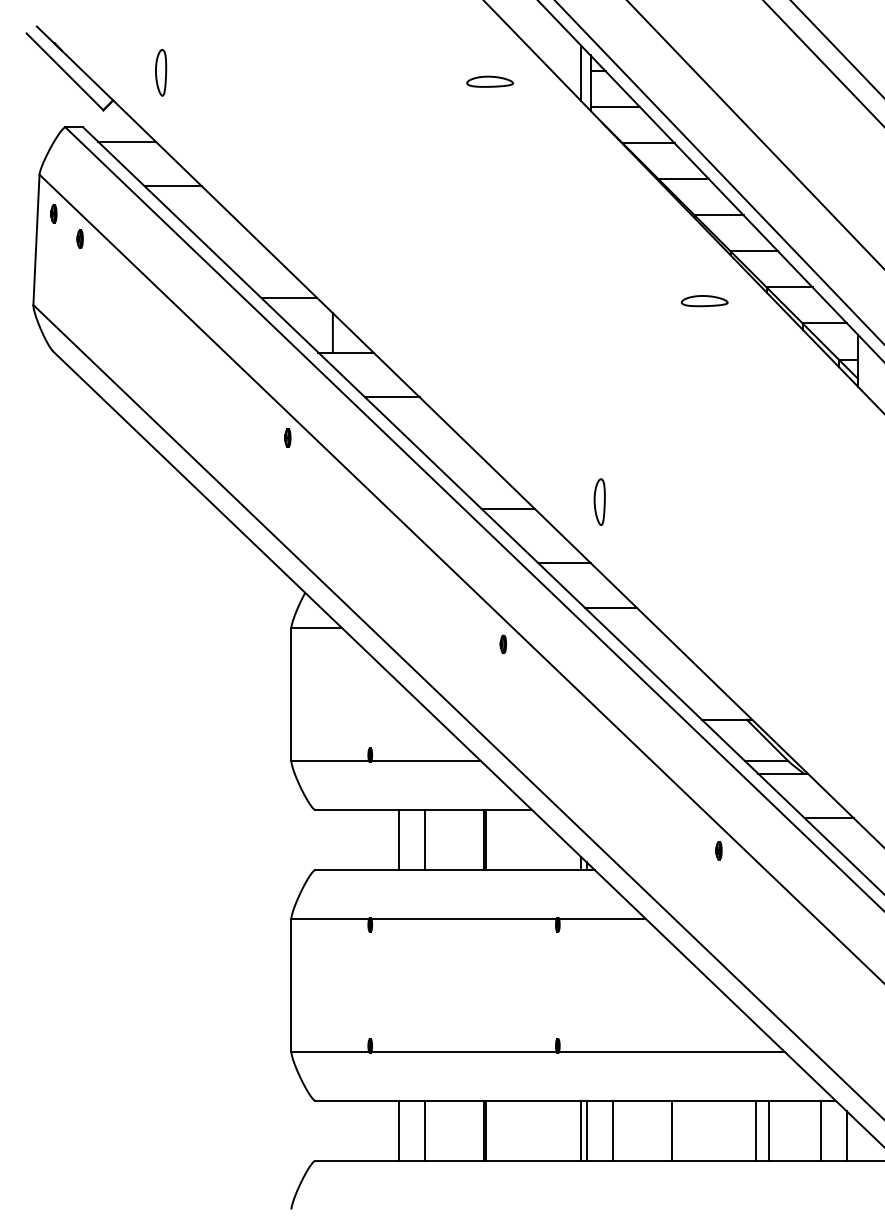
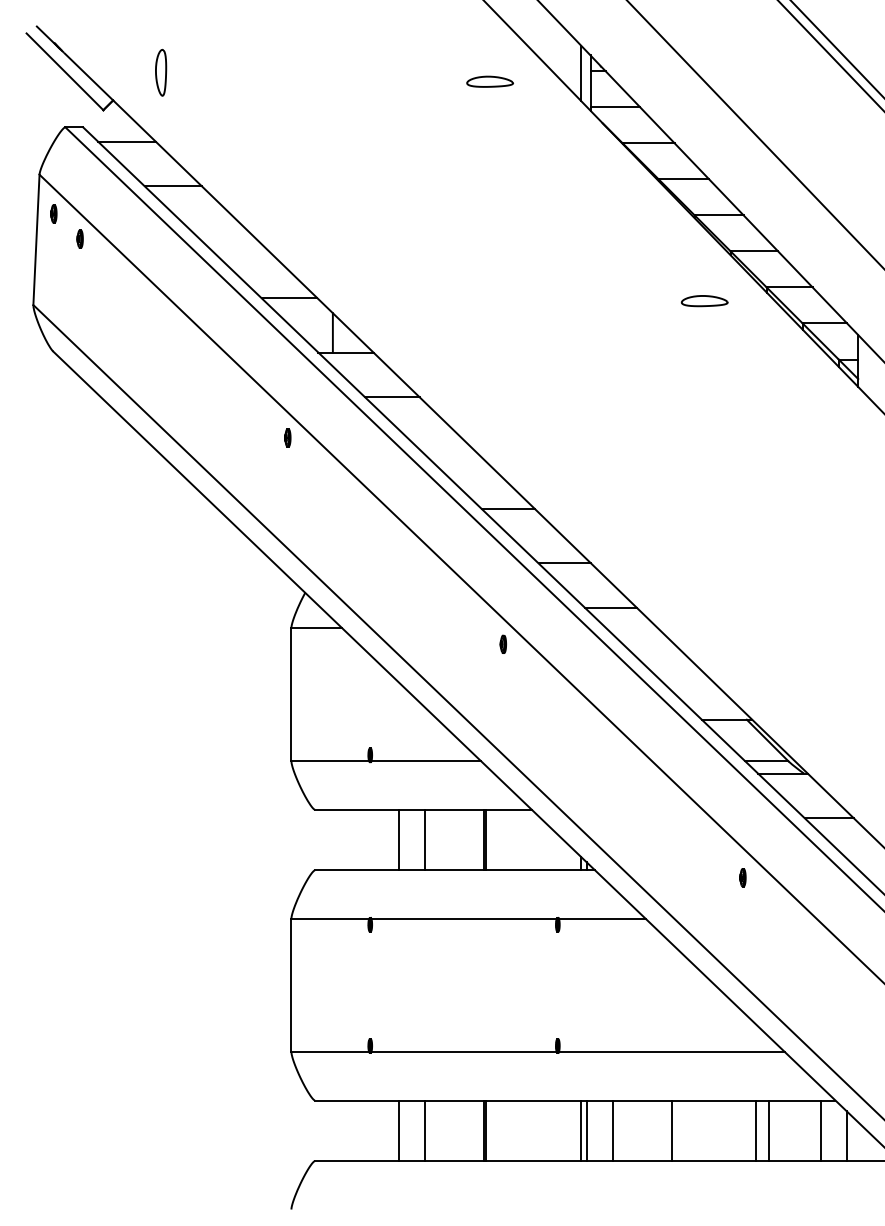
line at (823, 63) position: (823, 63) -> (830, 55)
line at (718, 171): present -> none
part at (599, 501): present -> none
part at (718, 850) position: (718, 850) -> (742, 877)
